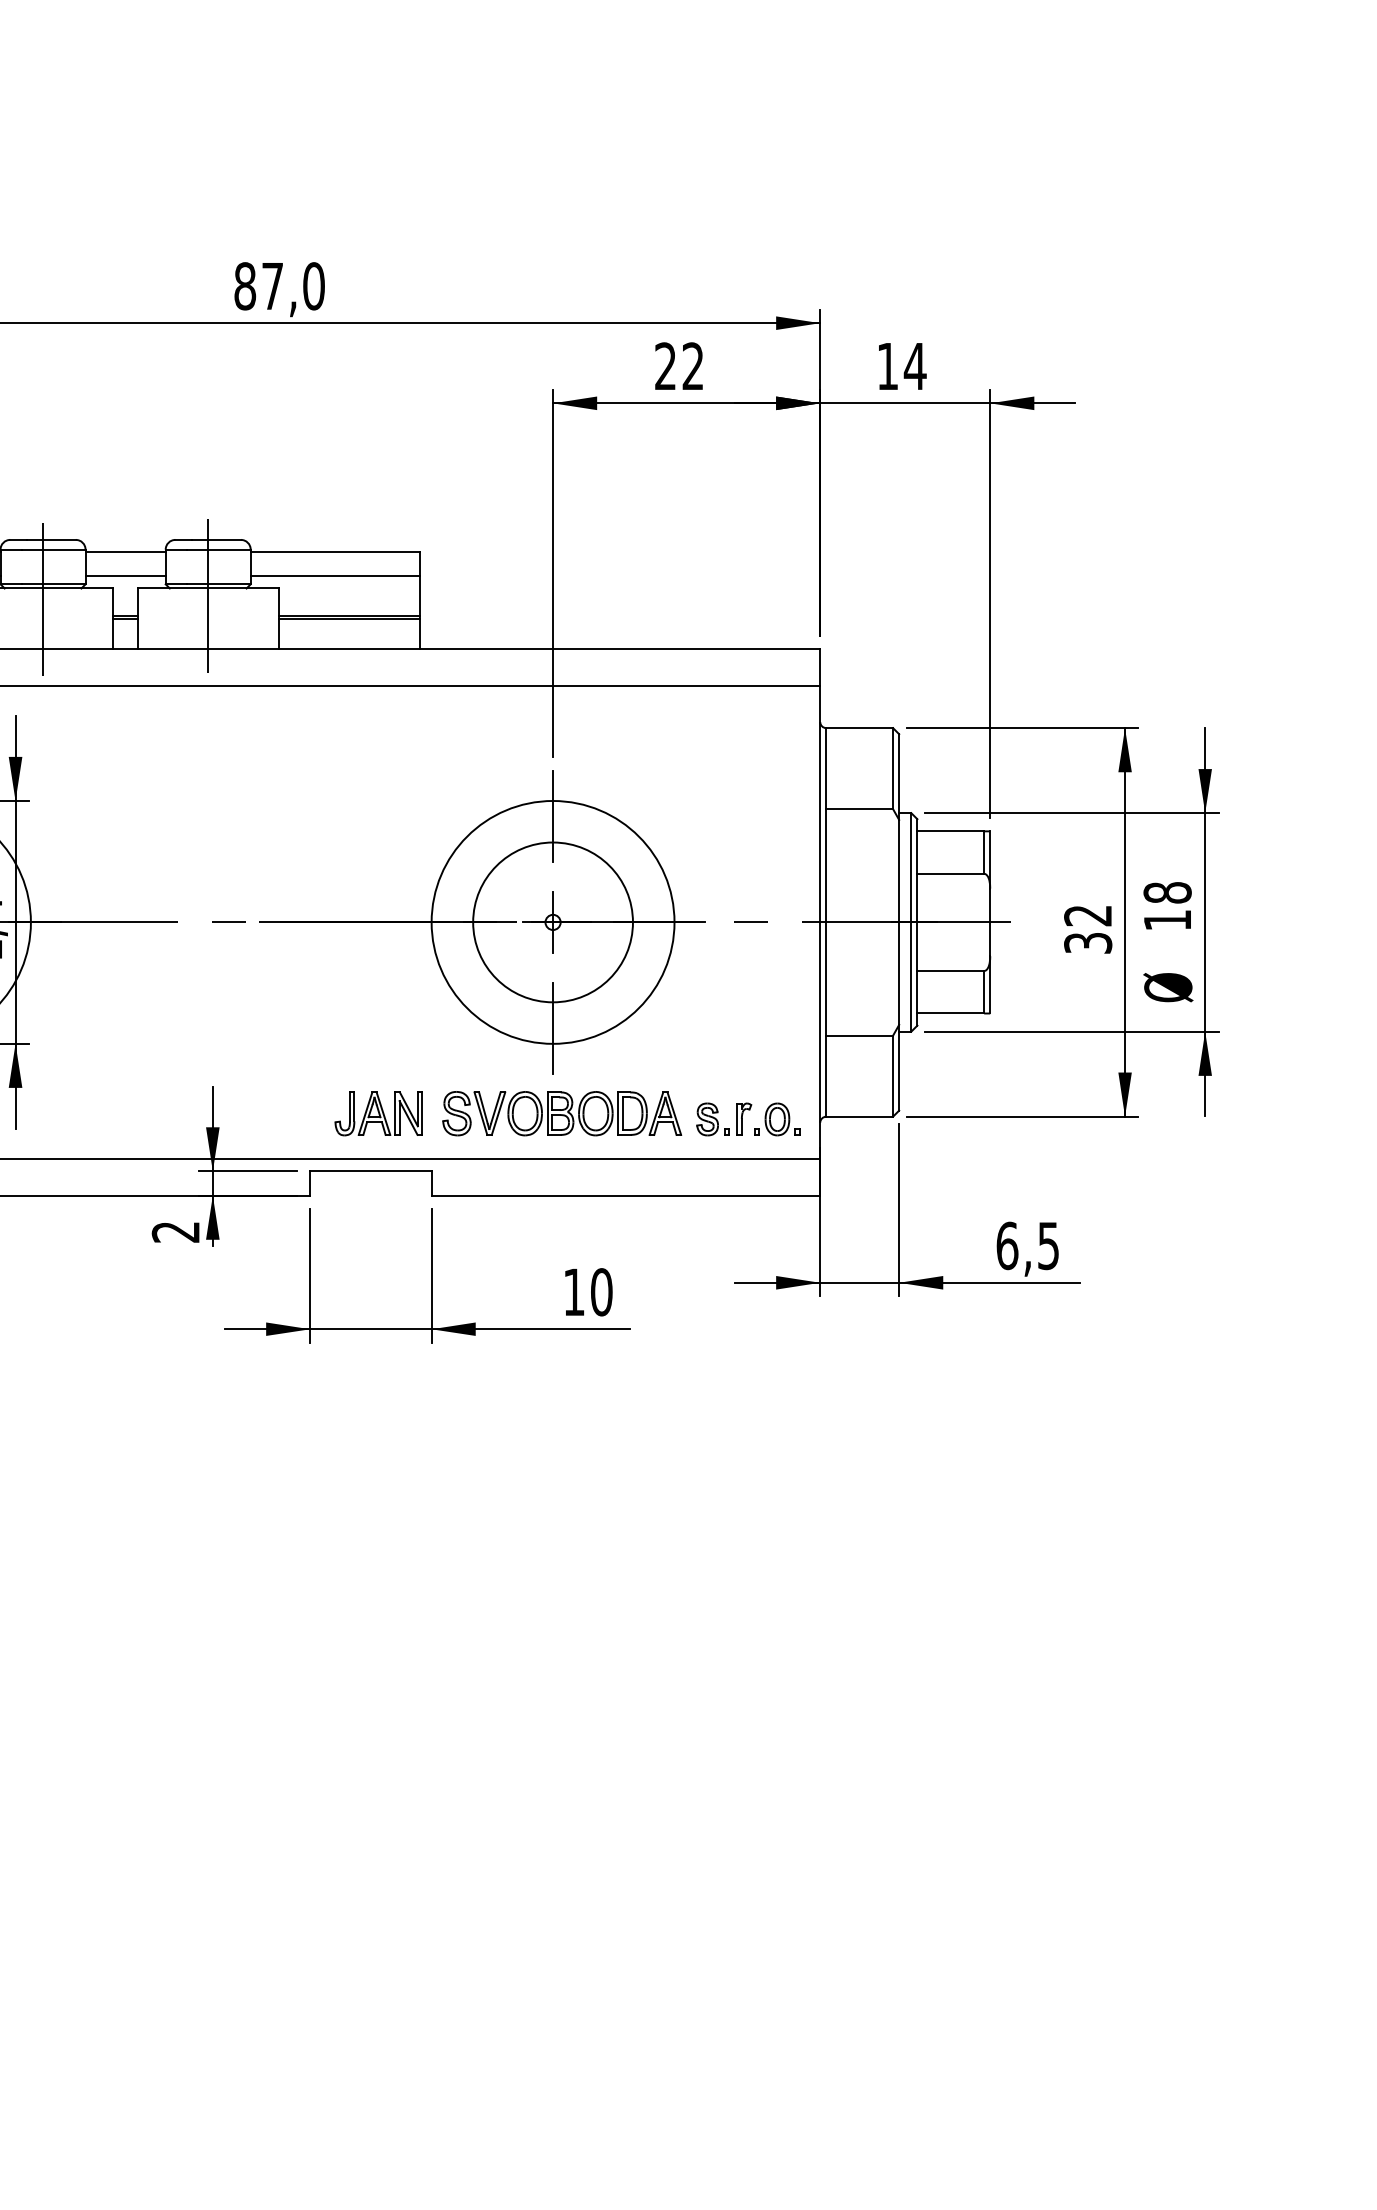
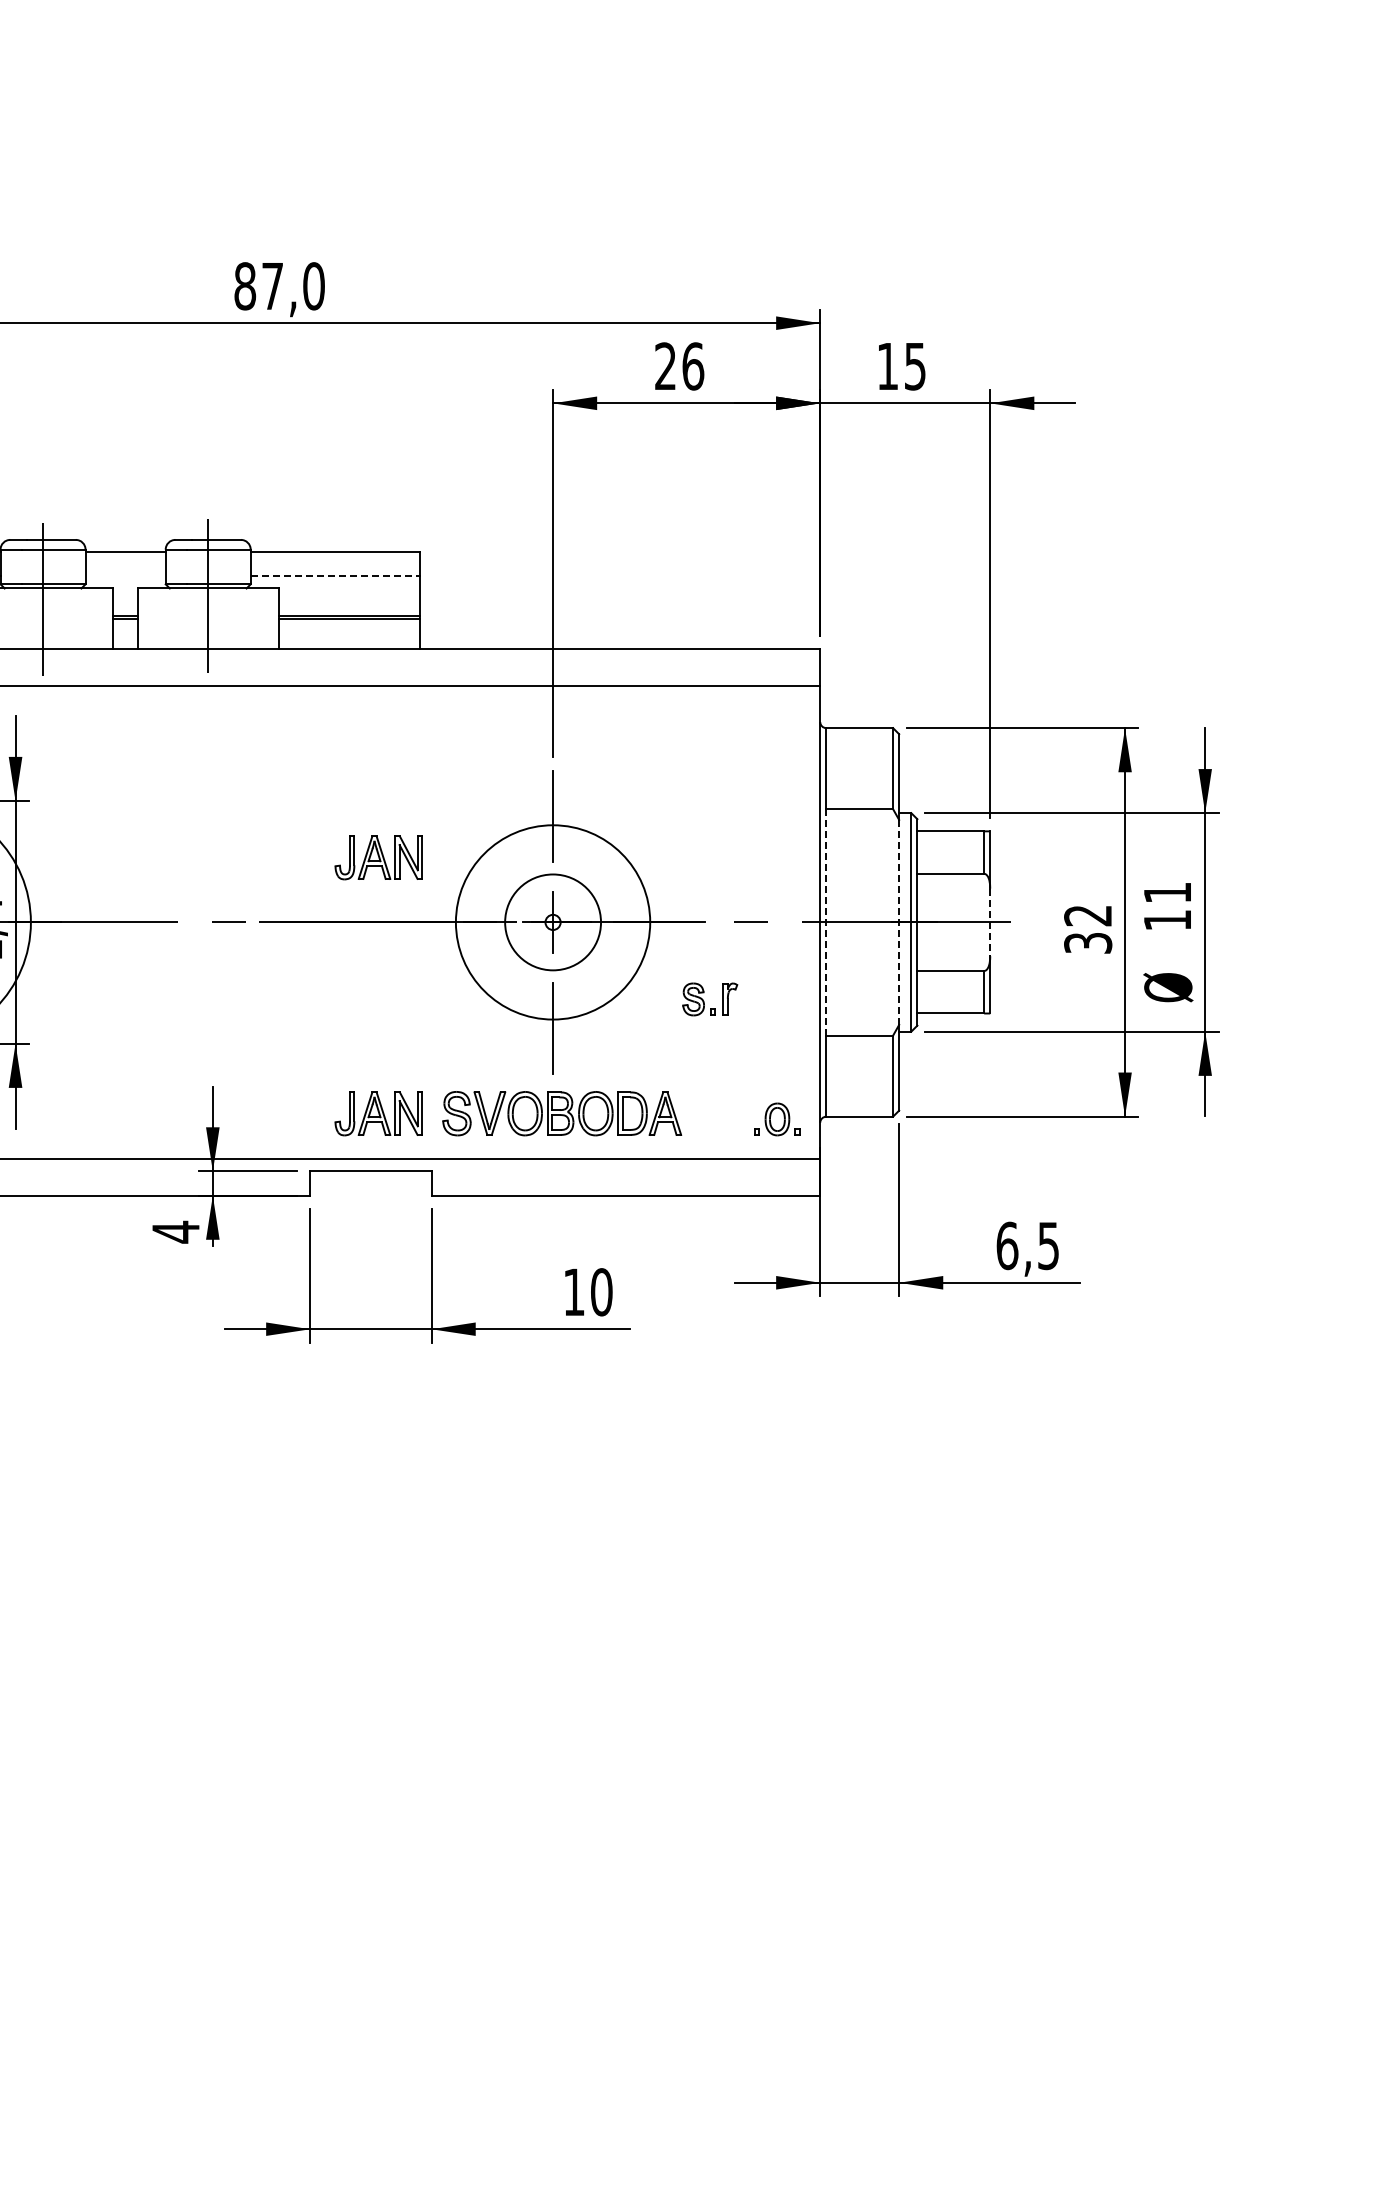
text at (693, 366): 22 -> 26
text at (914, 366): 14 -> 15
line at (125, 576): present -> none
line at (335, 576): solid -> dashed
part at (378, 857): none -> present
text at (1167, 892): 18 -> 11
circle at (552, 921) diameter: 243 px -> 194 px
circle at (552, 922) diameter: 160 px -> 96 px
line at (826, 922): solid -> dashed
line at (899, 922): solid -> dashed
line at (990, 922): solid -> dashed
part at (718, 1121) position: (718, 1121) -> (704, 1001)
text at (175, 1231): 2 -> 4
